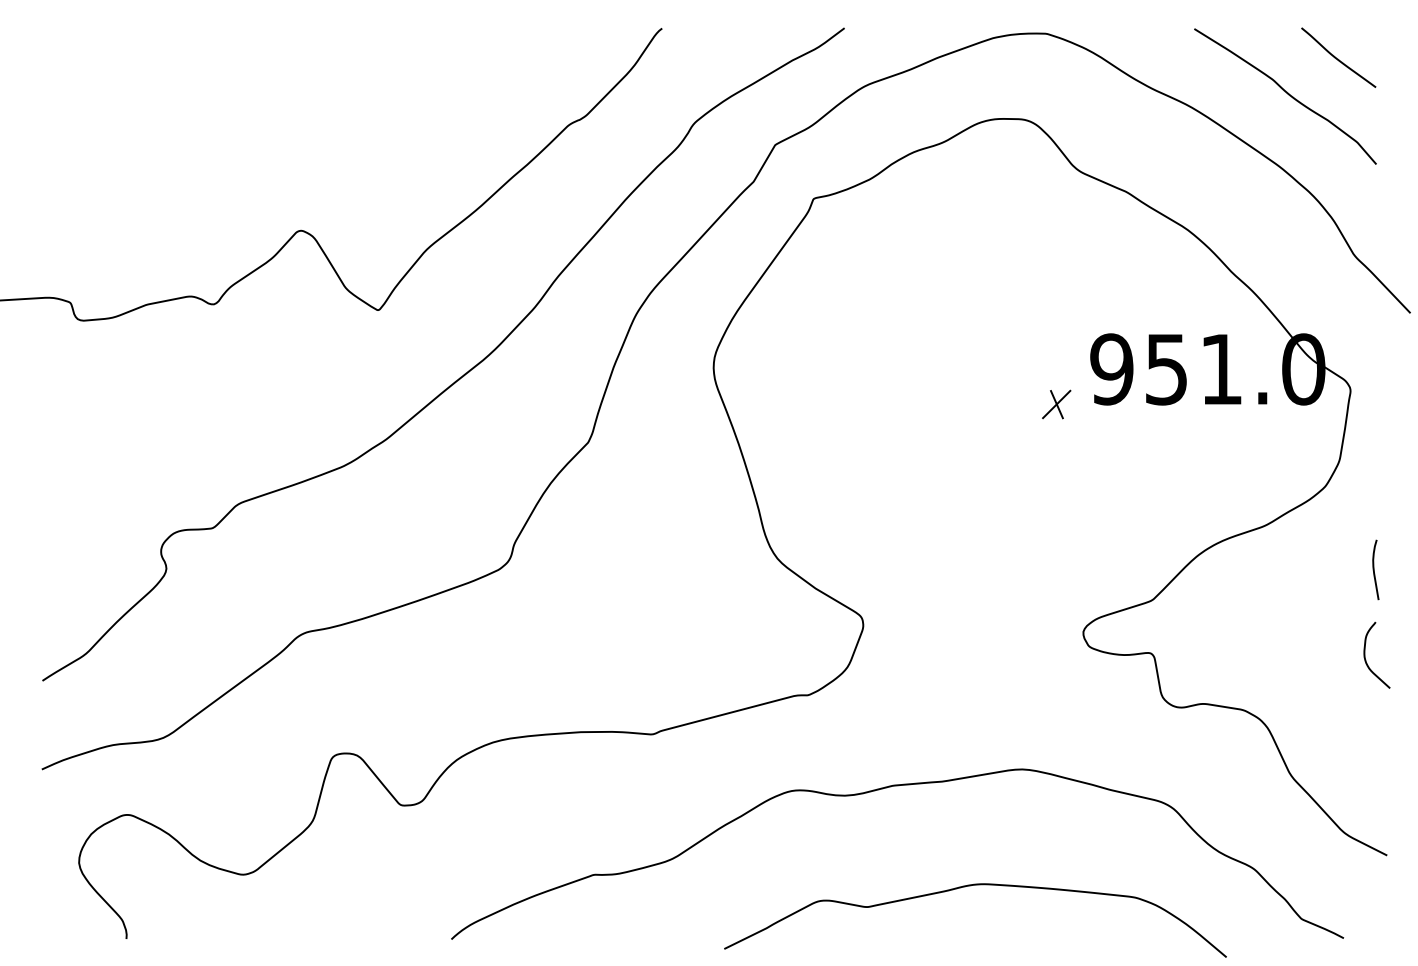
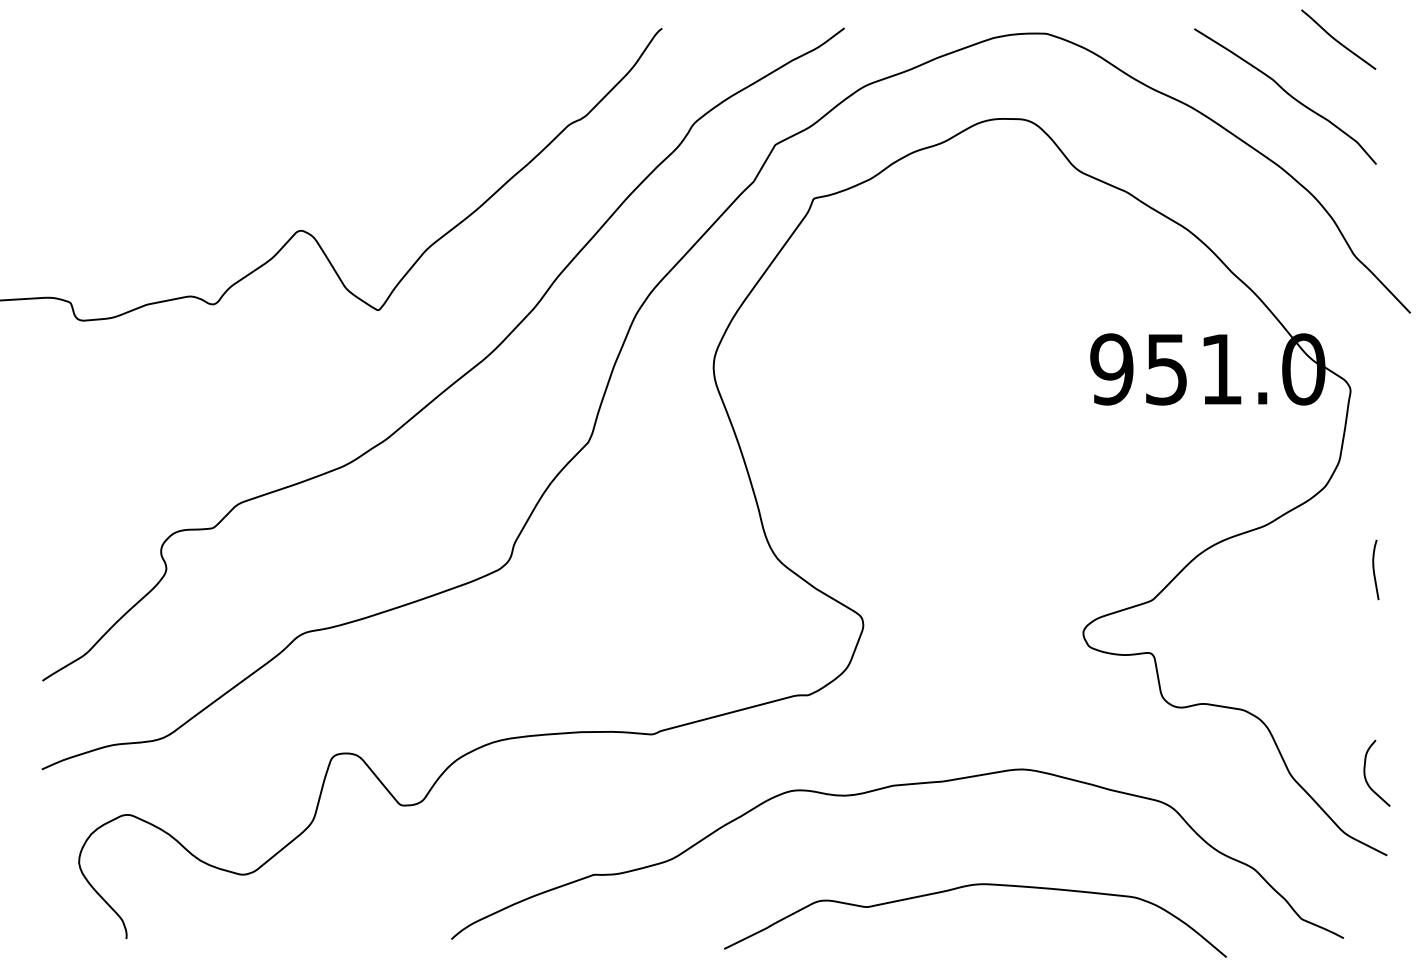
curve at (1338, 58) position: (1338, 58) -> (1338, 40)
part at (1056, 404): present -> none
curve at (1365, 654) position: (1365, 654) -> (1365, 772)
